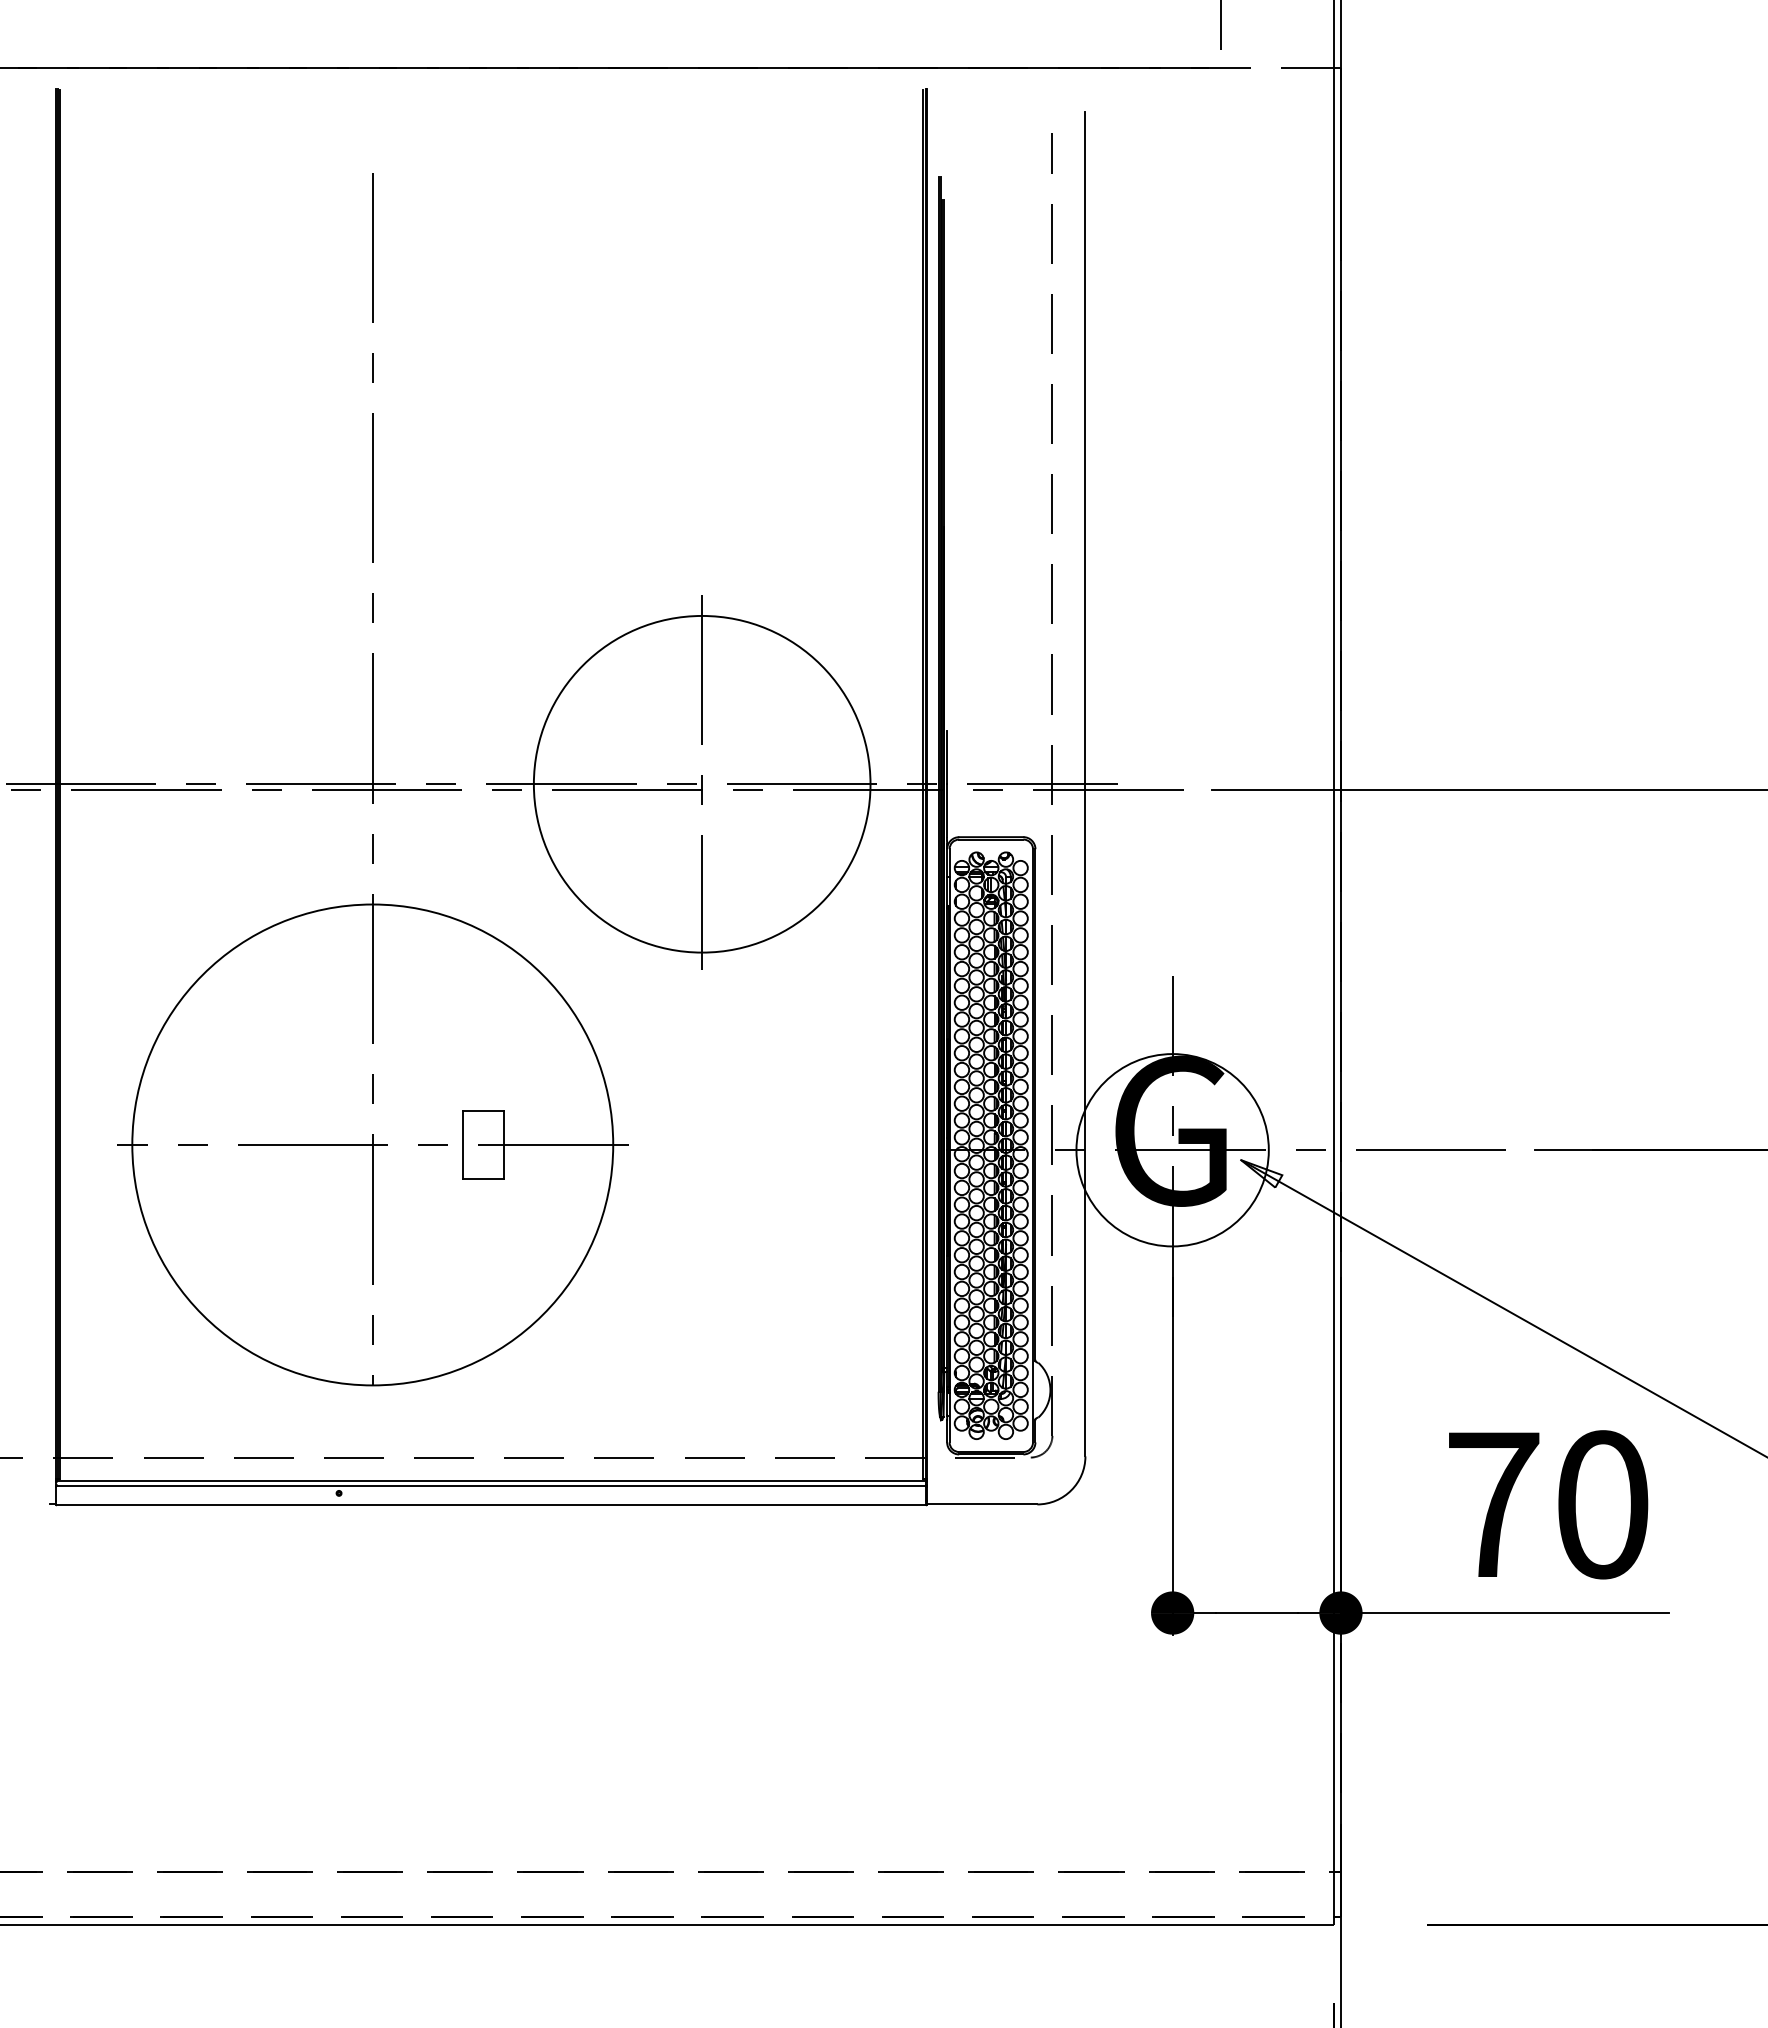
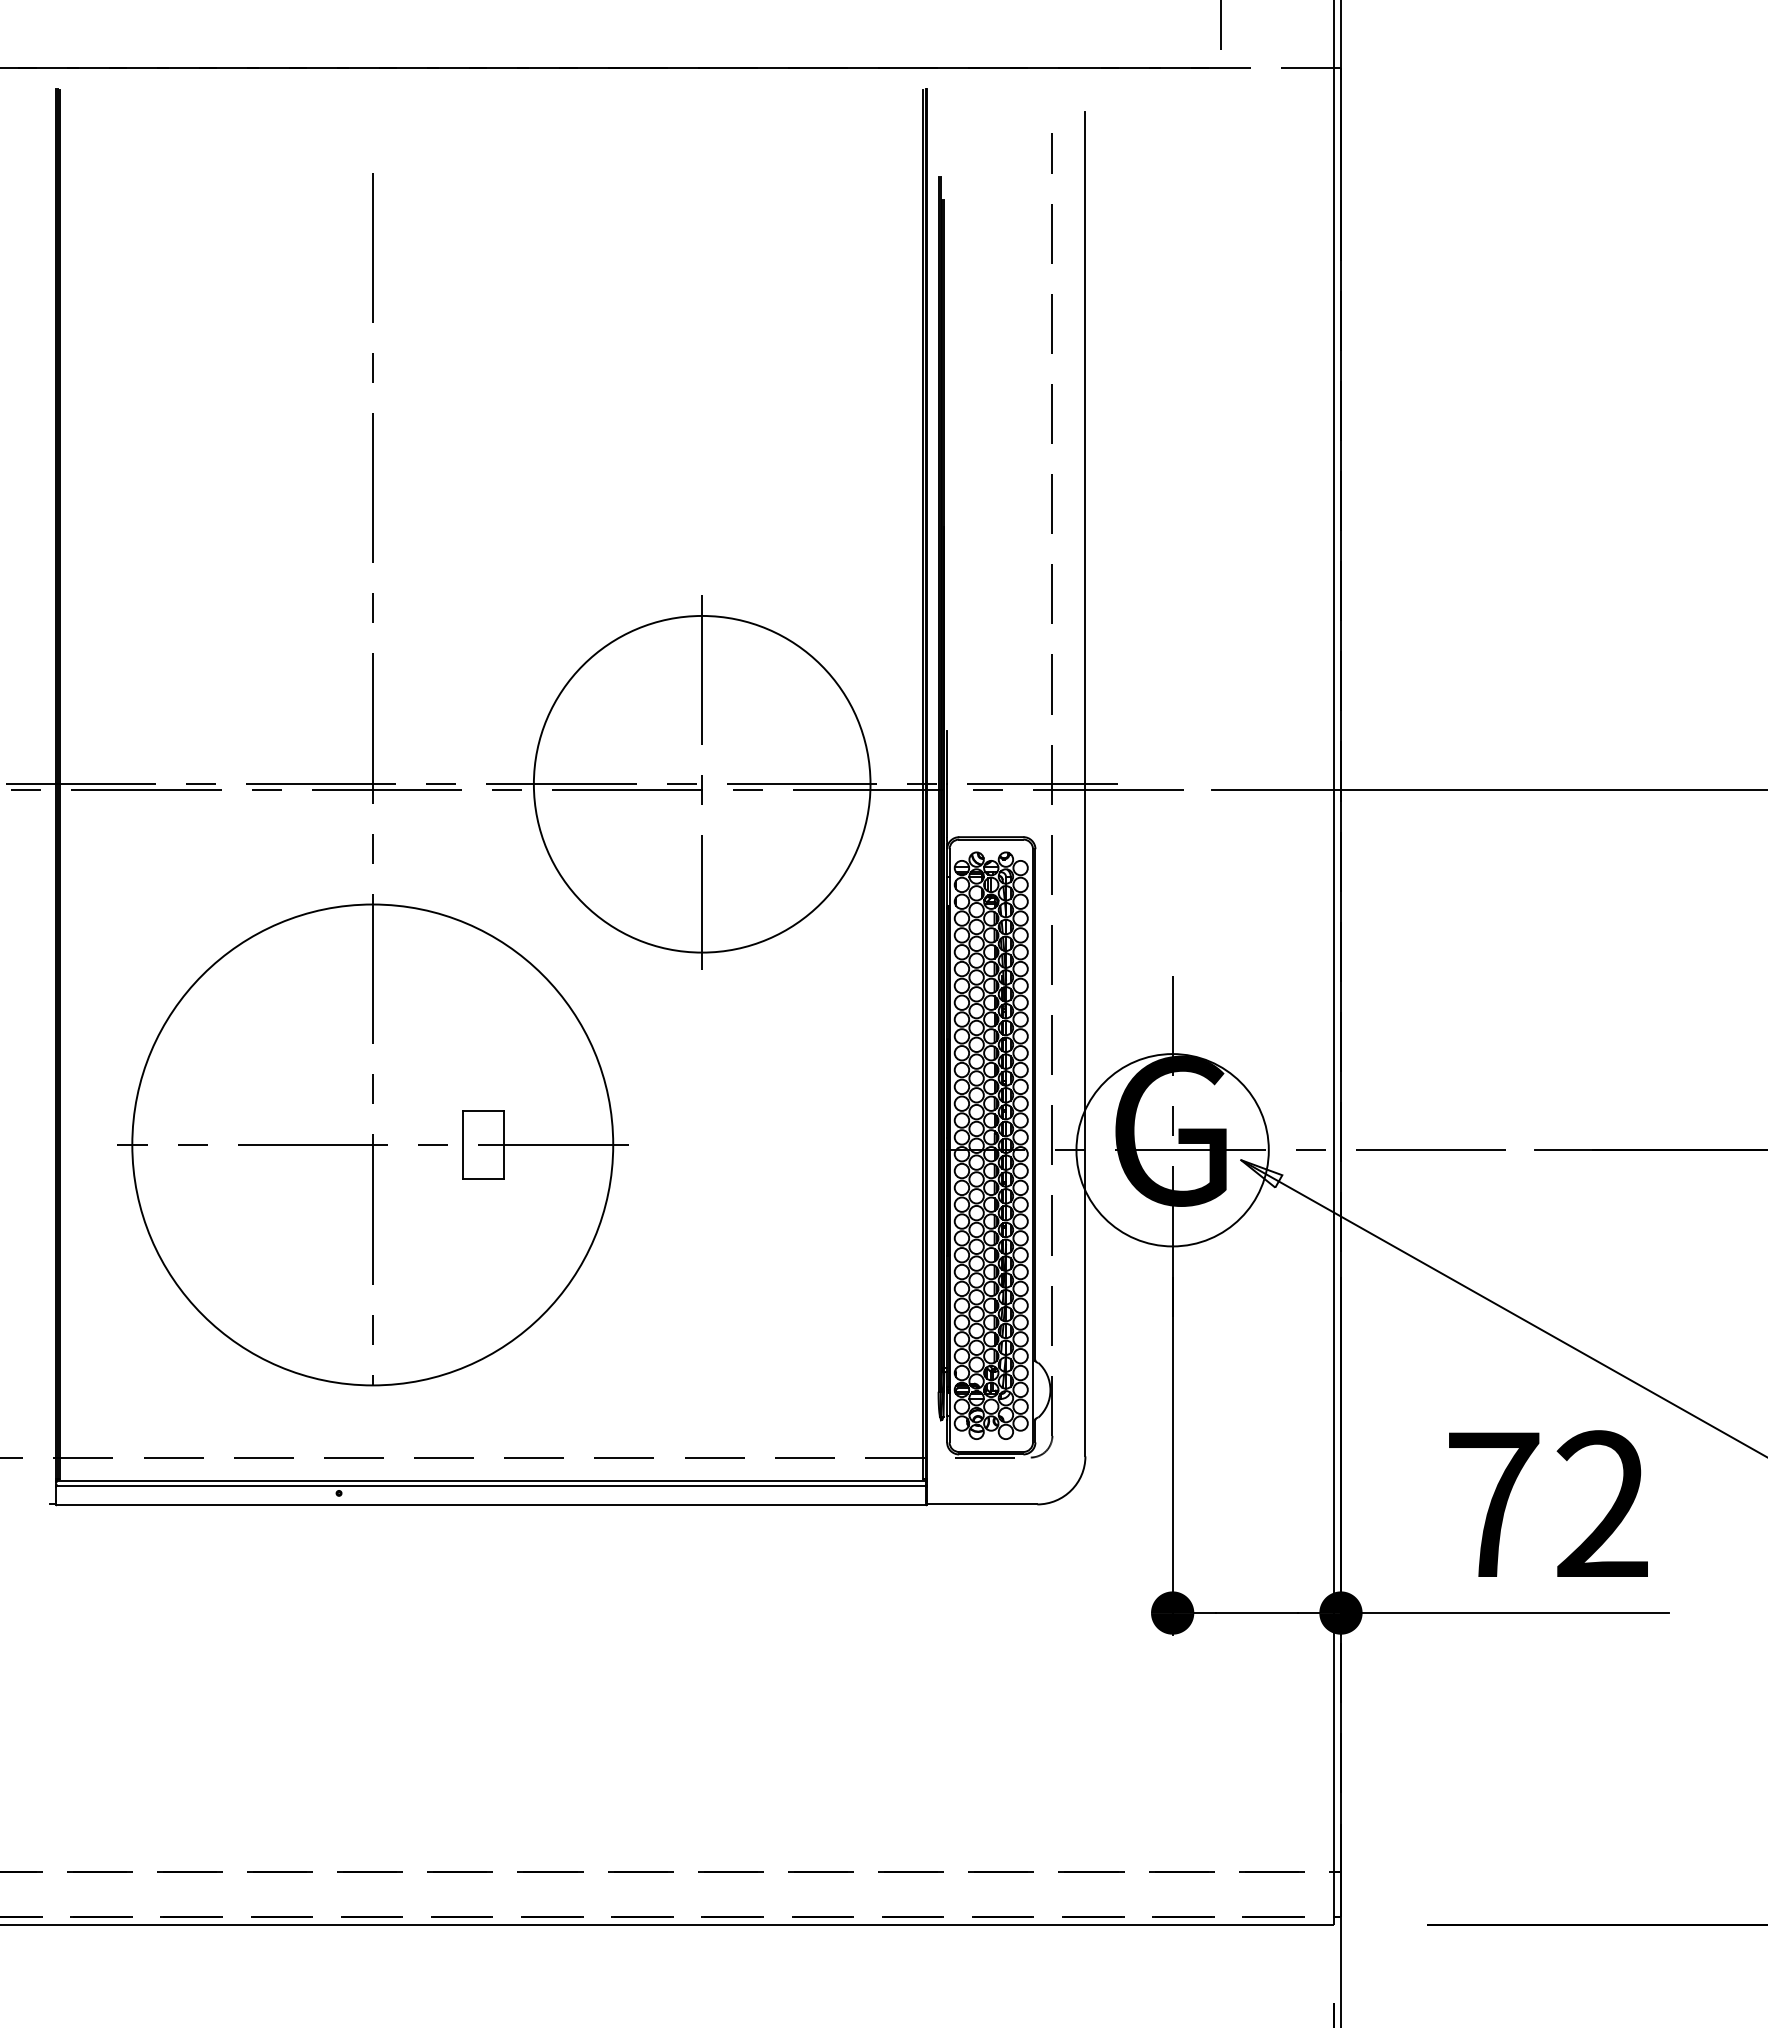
text at (1602, 1504): 70 -> 72
